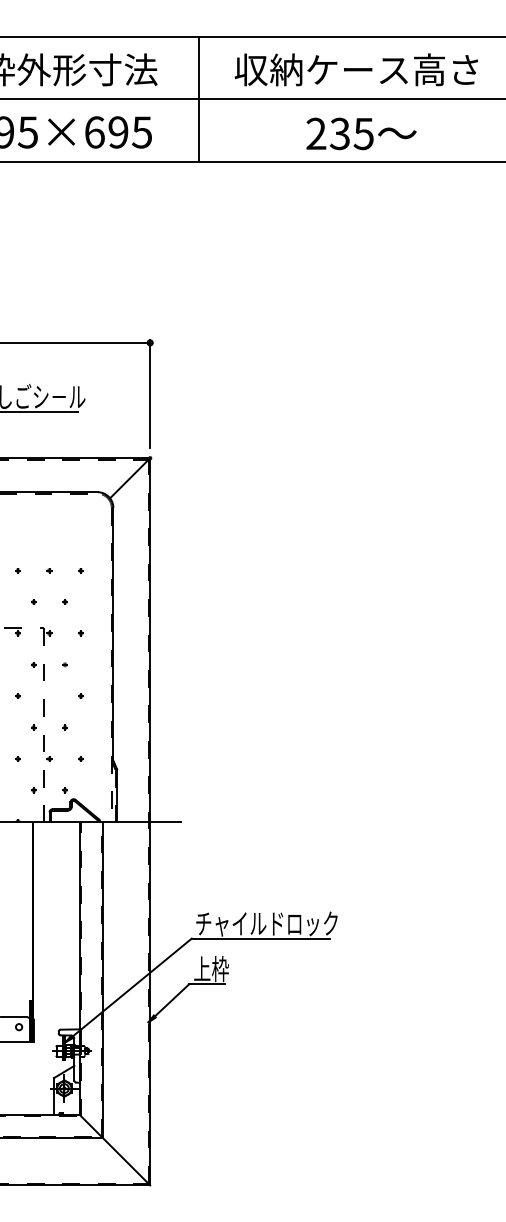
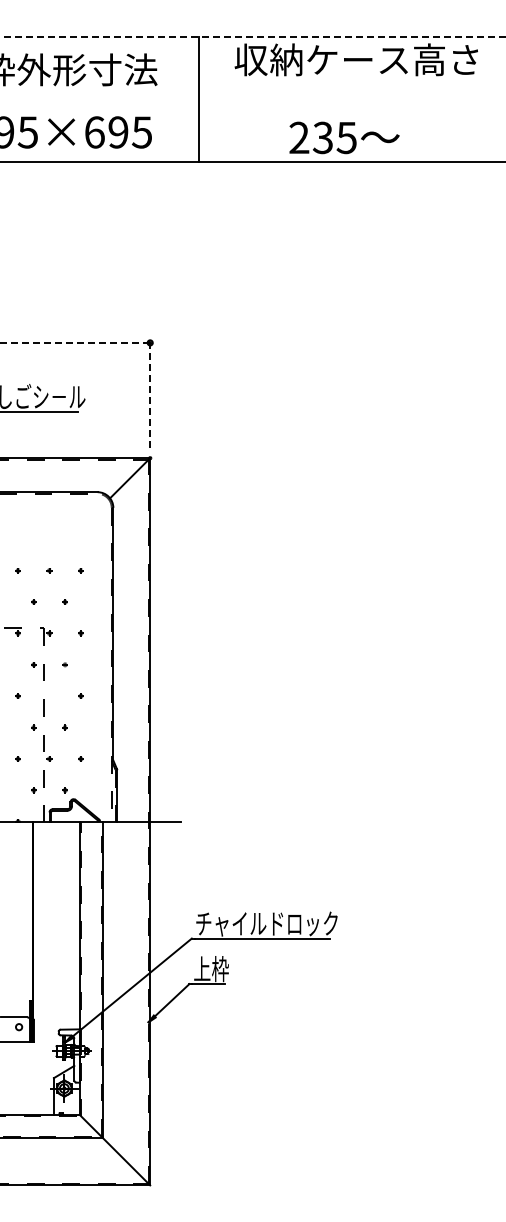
line at (252, 36): solid -> dashed
text at (355, 69) position: (355, 69) -> (355, 59)
line at (252, 99): present -> none
text at (361, 133) position: (361, 133) -> (344, 137)
line at (73, 342): solid -> dashed
line at (150, 394): solid -> dashed
